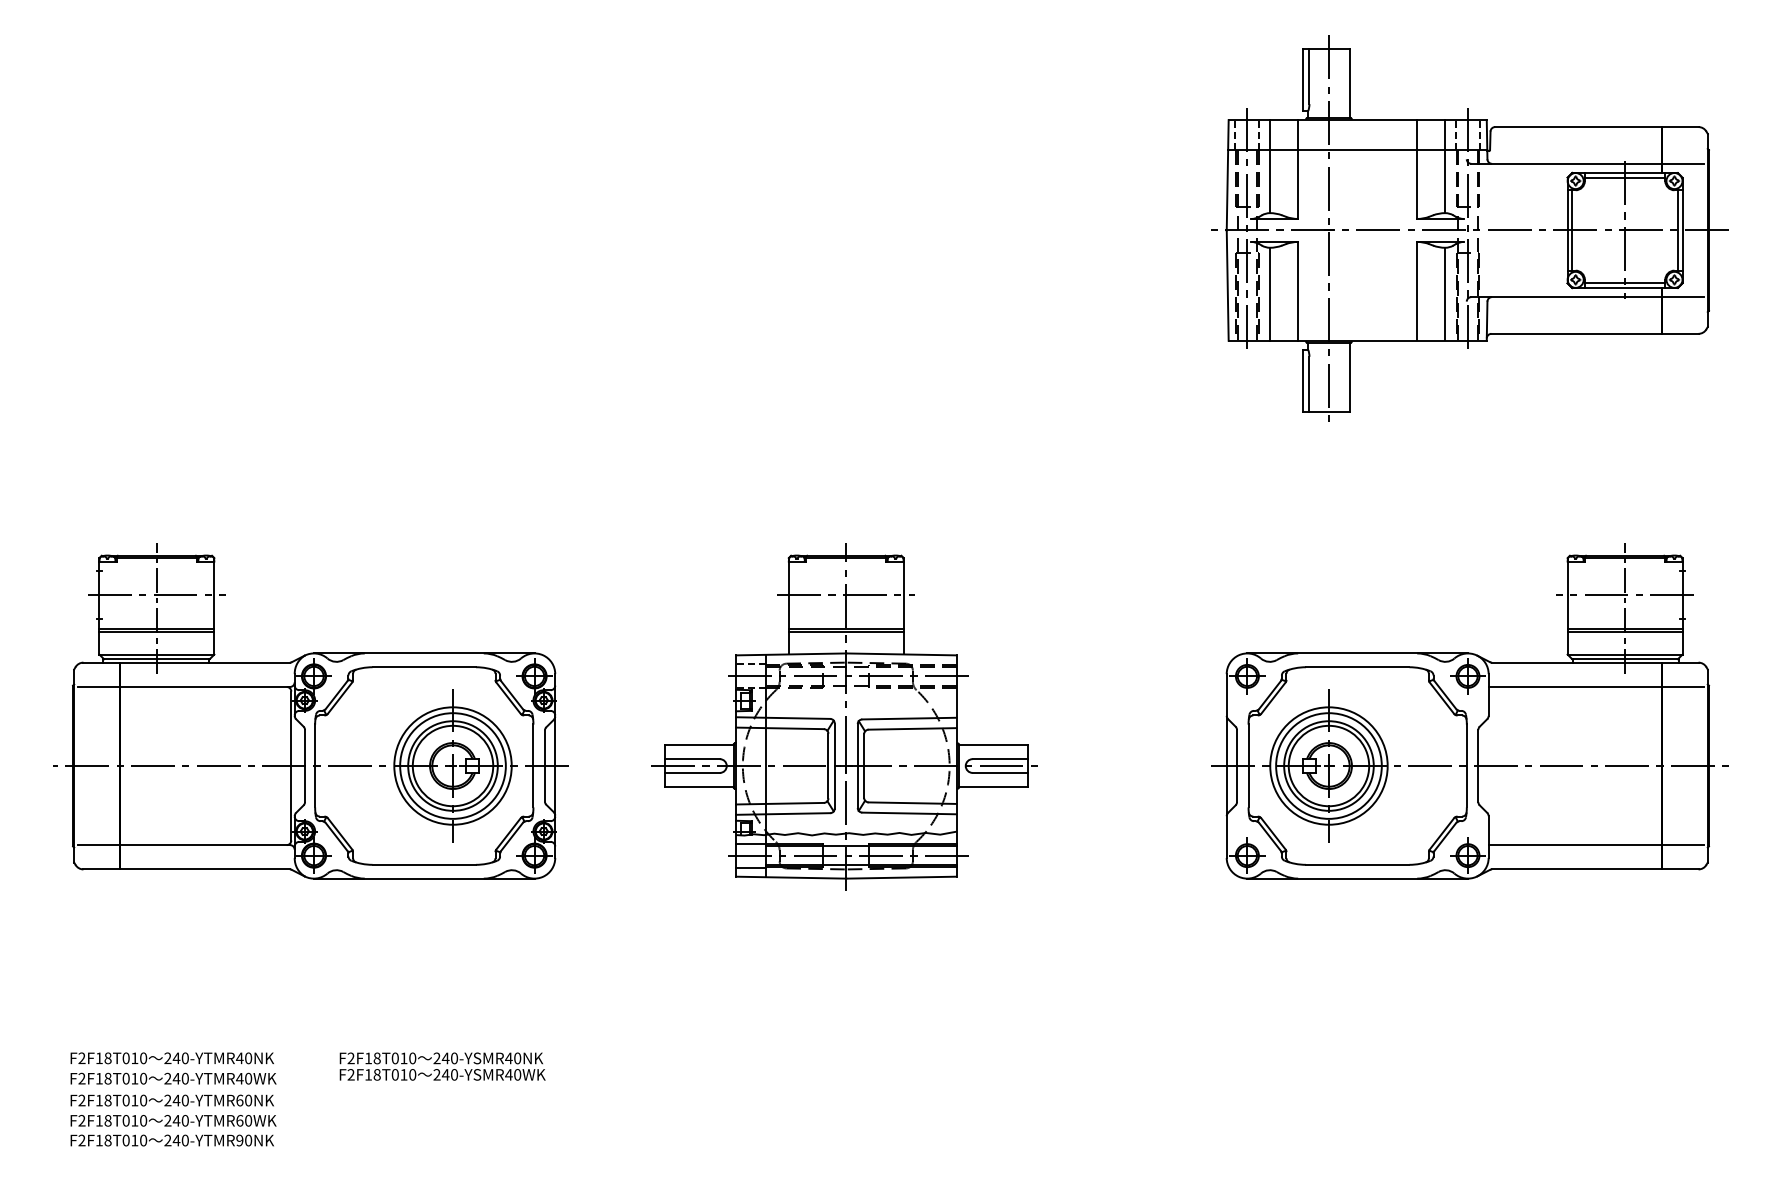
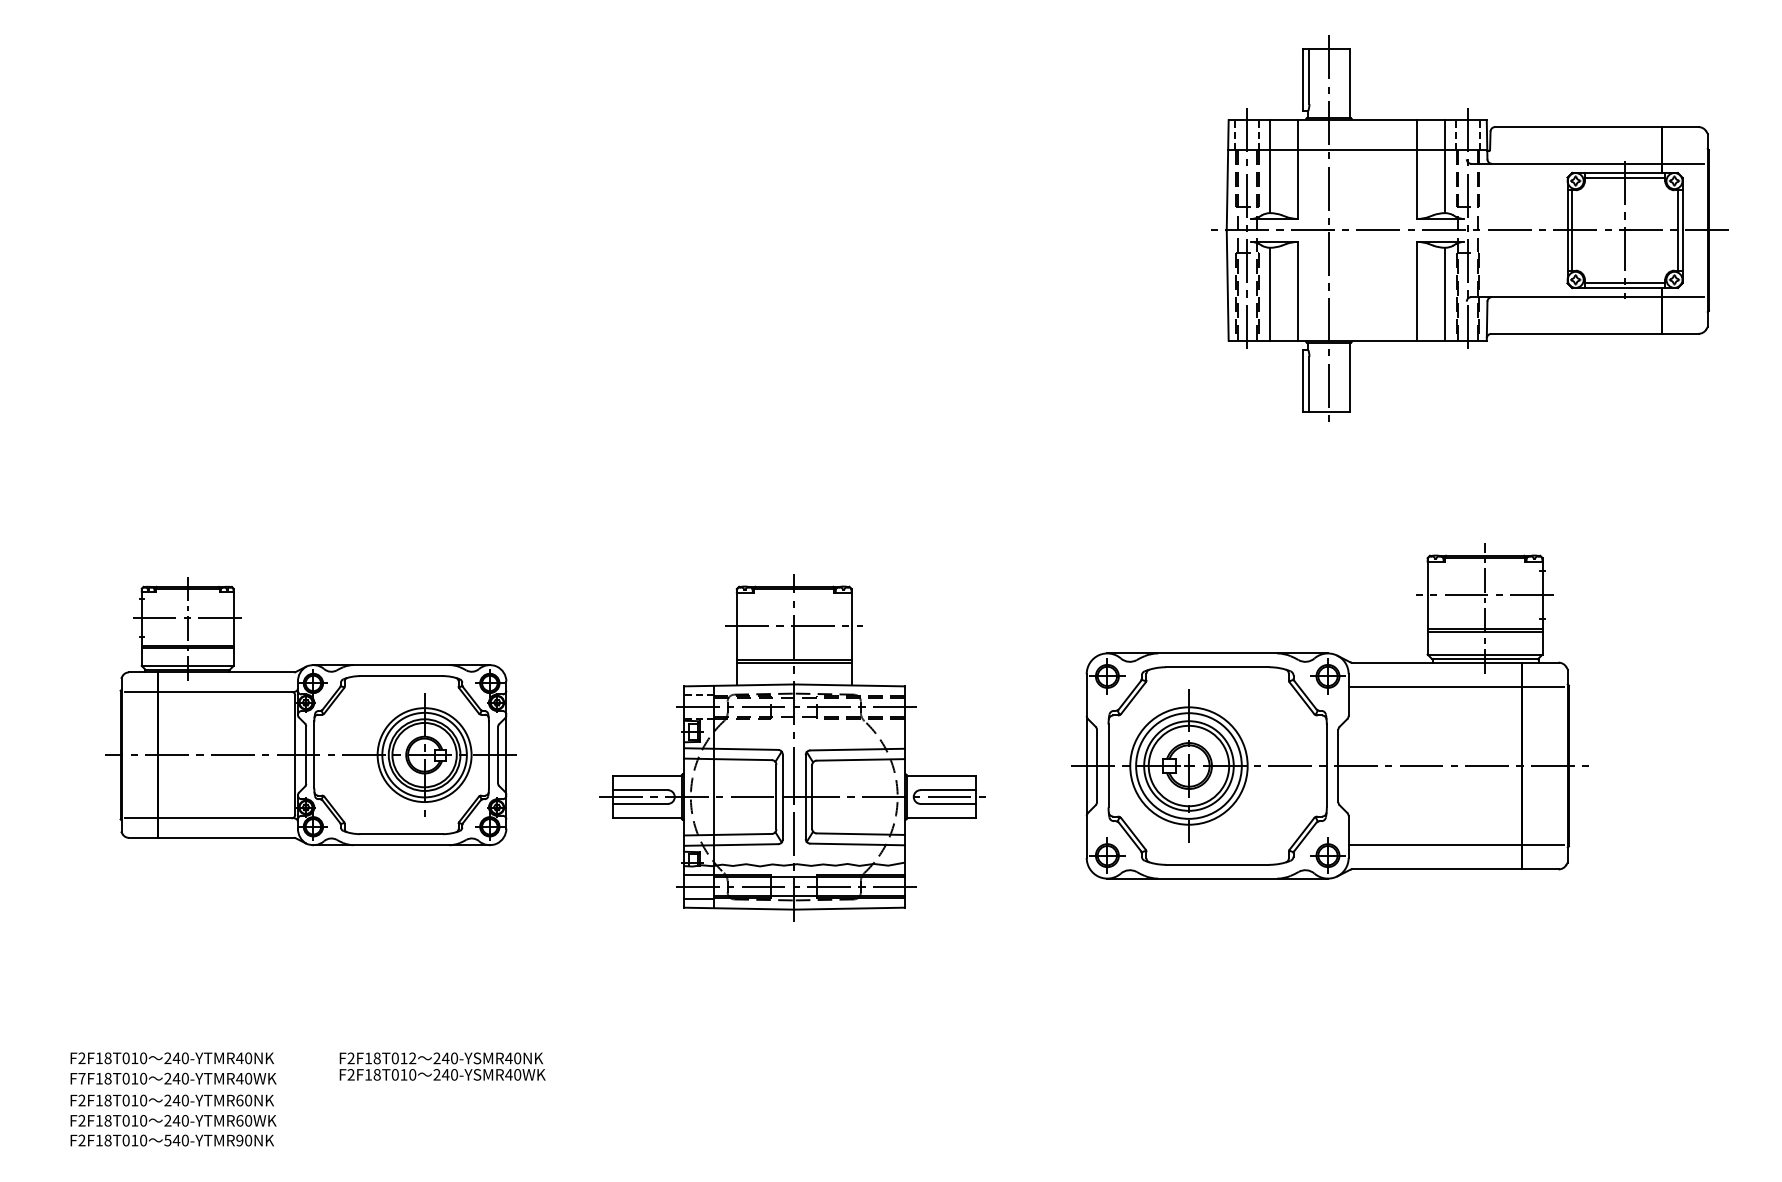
part at (310, 711) size: 516x337 px -> 412x270 px
part at (1469, 711) position: (1469, 711) -> (1329, 711)
part at (844, 716) position: (844, 716) -> (792, 747)
text at (412, 1058): F2F18T010 -> F2F18T012
text at (81, 1078): F2F18T010 -> F7F18T010
text at (167, 1140): 240-YTMR90NK -> 540-YTMR90NK
